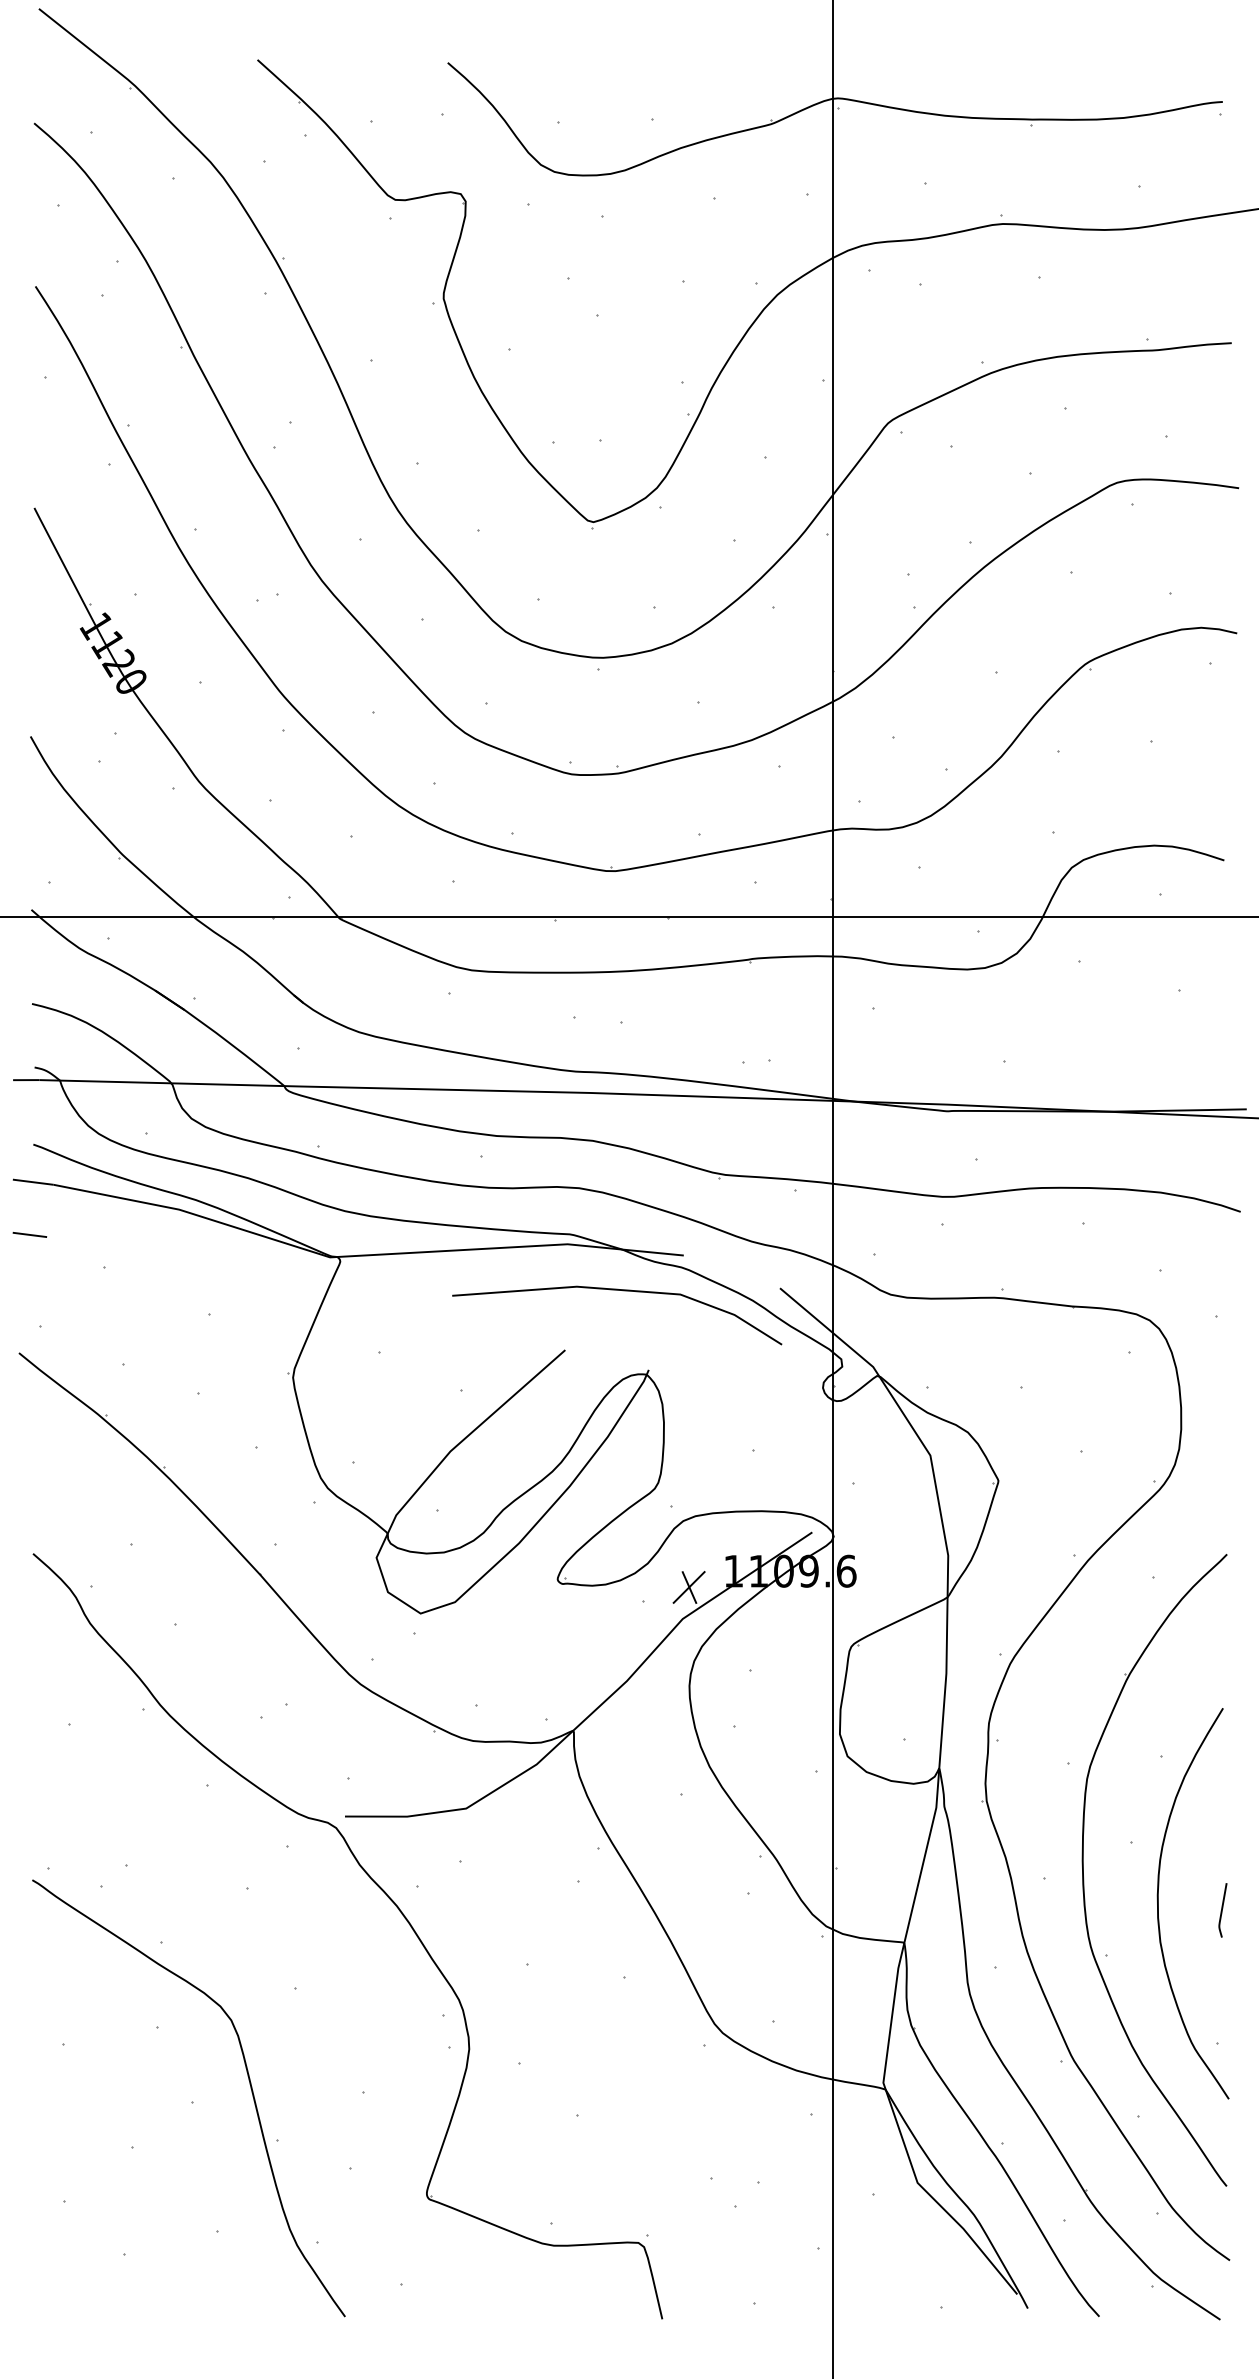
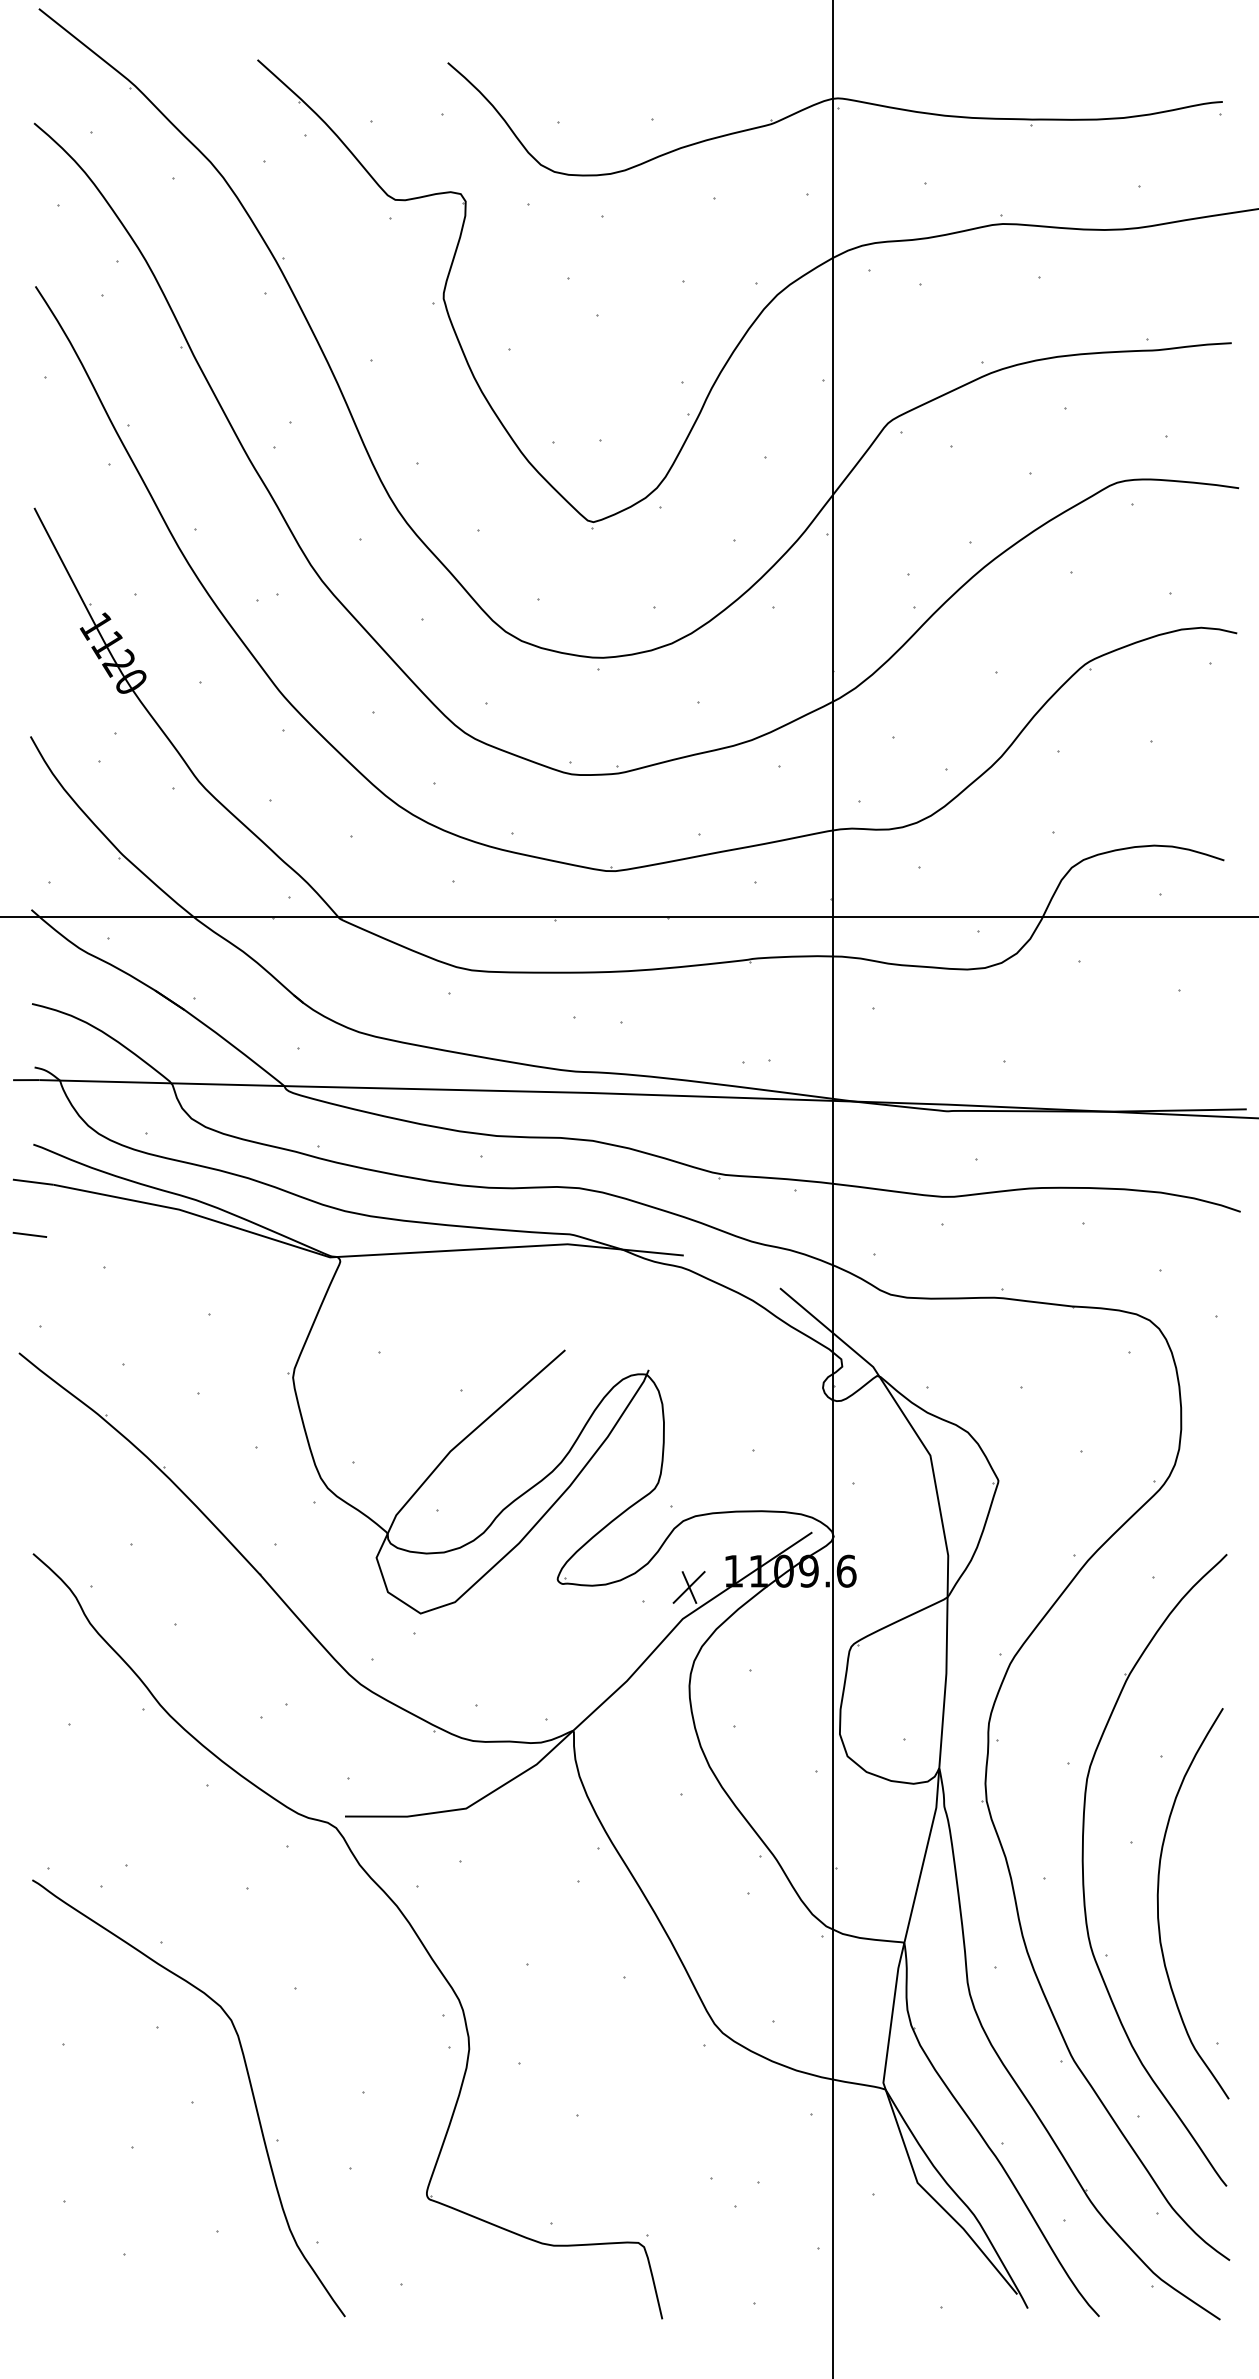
line at (623, 1291): present -> none
curve at (1222, 1910): present -> none
